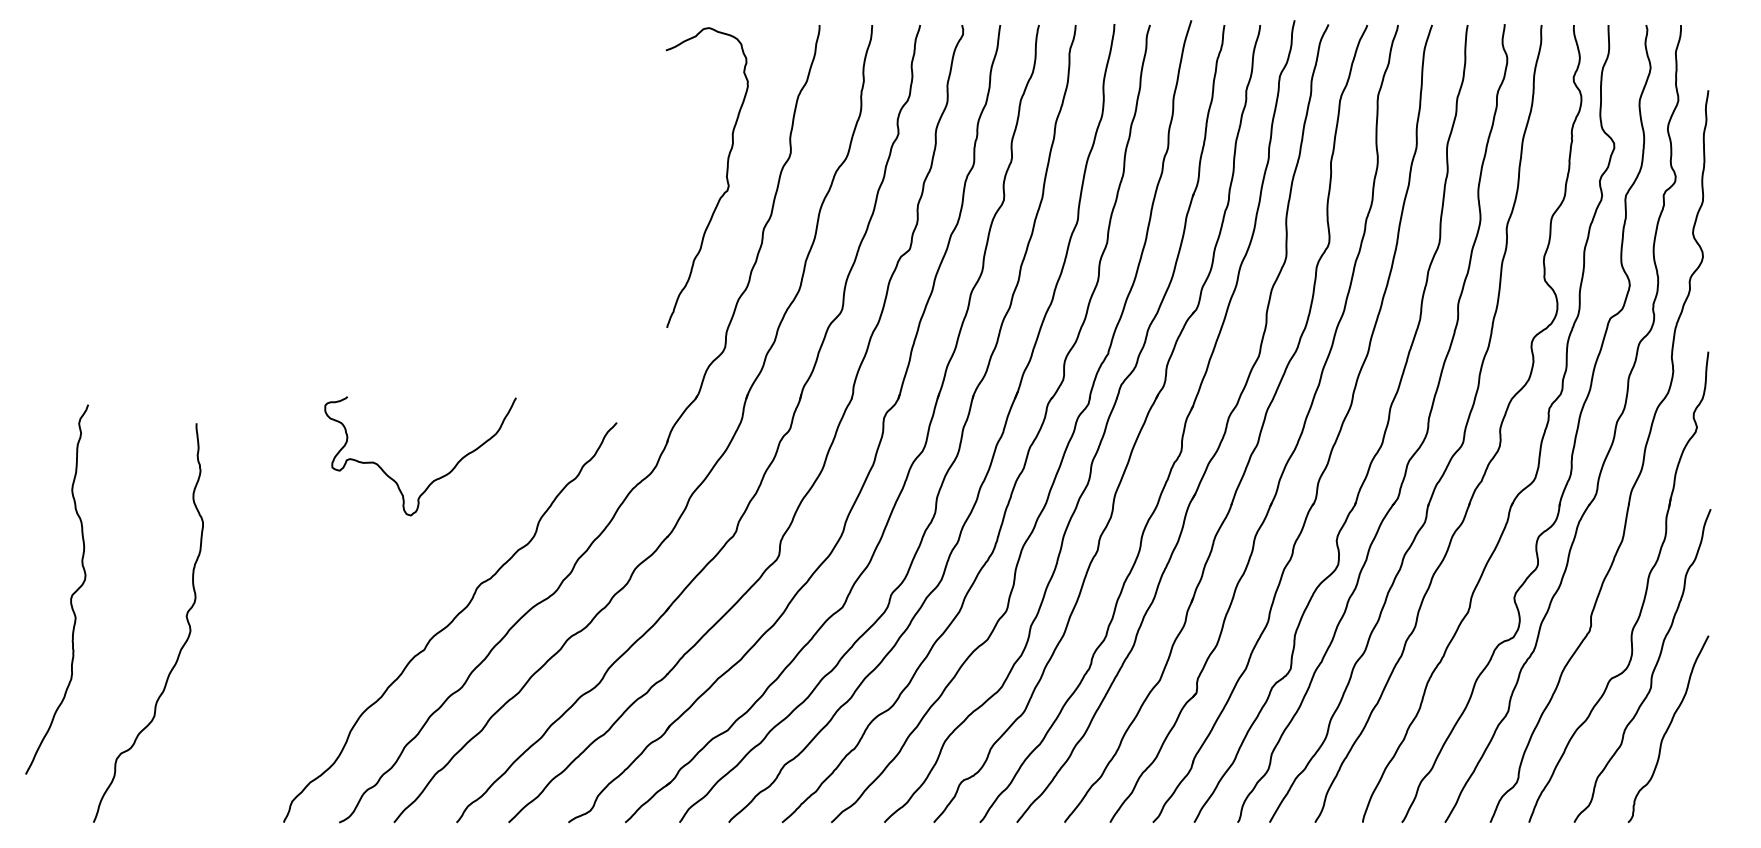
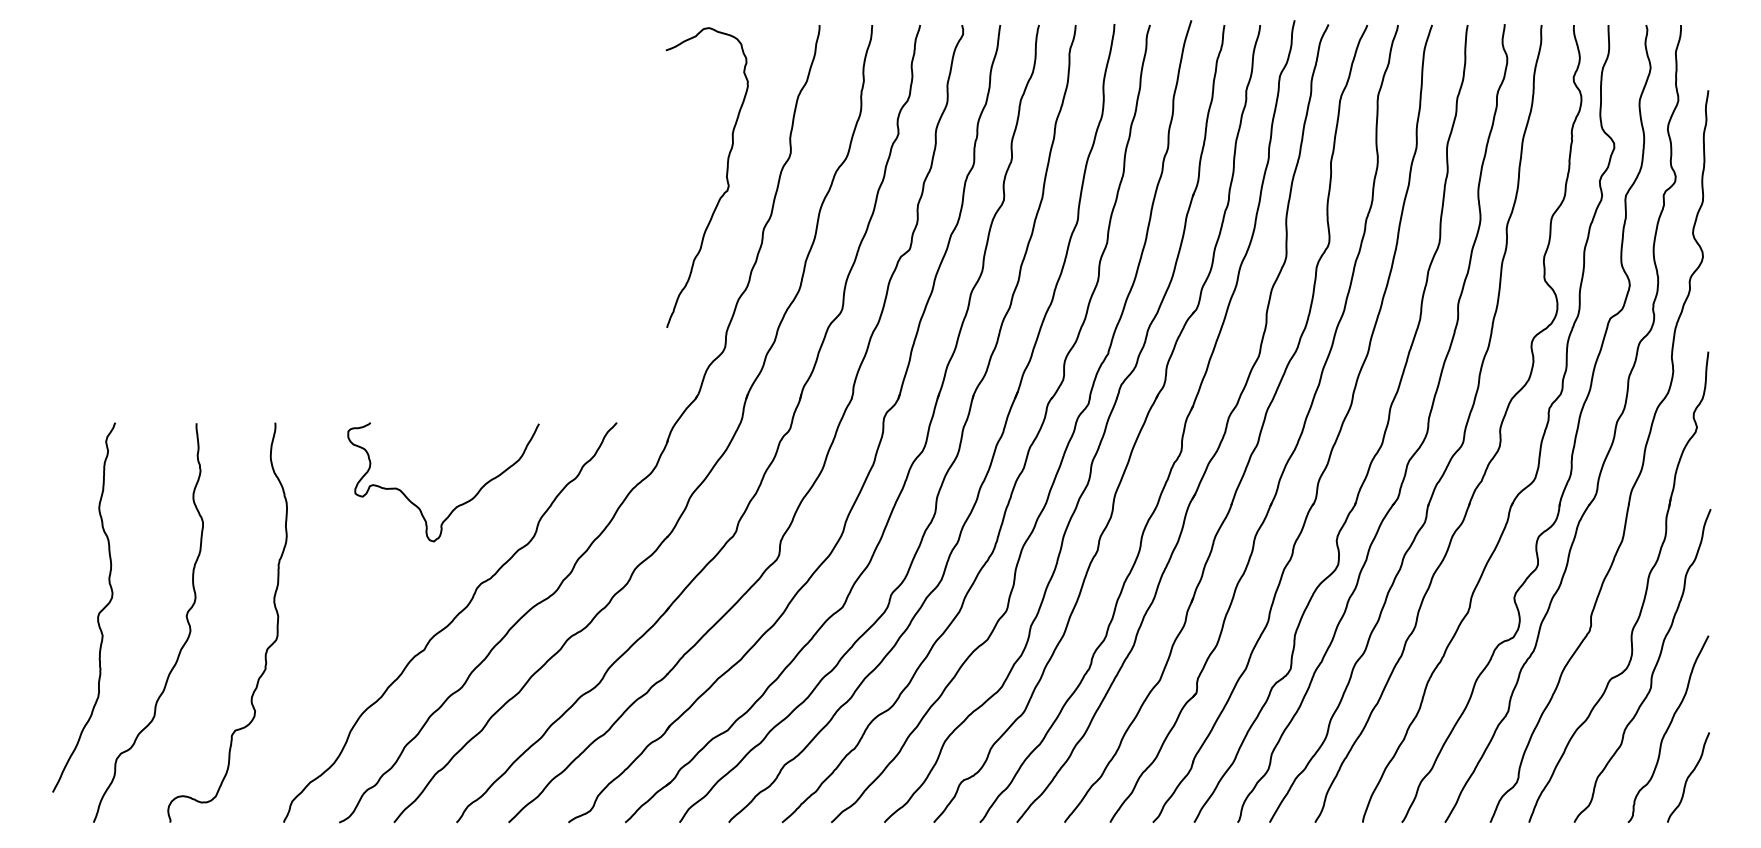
curve at (434, 479) position: (434, 479) -> (457, 505)
curve at (71, 594) position: (71, 594) -> (98, 612)
curve at (266, 648): none -> present
curve at (1688, 777): none -> present
